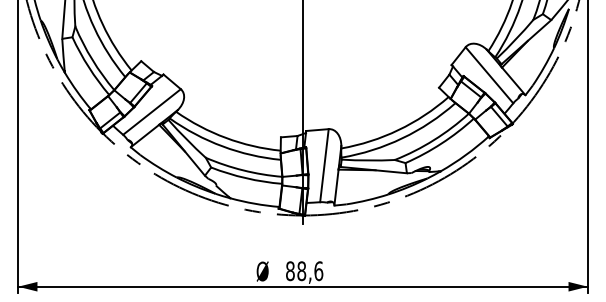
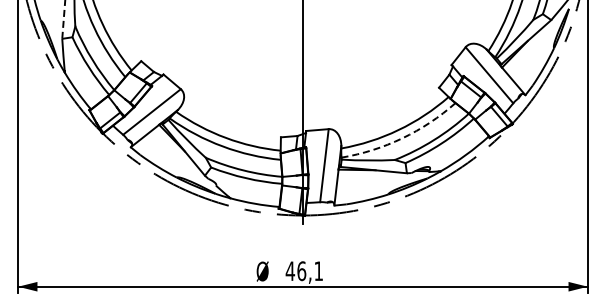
line at (63, 19): solid -> dashed
arc at (402, 138): solid -> dashed
text at (304, 271): 88,6 -> 46,1
